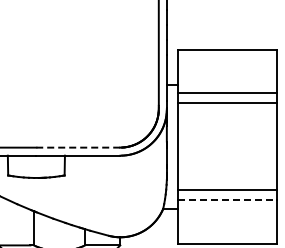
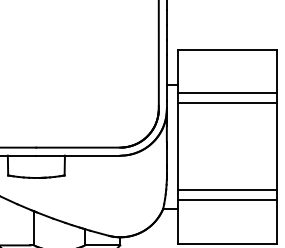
line at (78, 147): dashed -> solid
line at (228, 200): dashed -> solid
